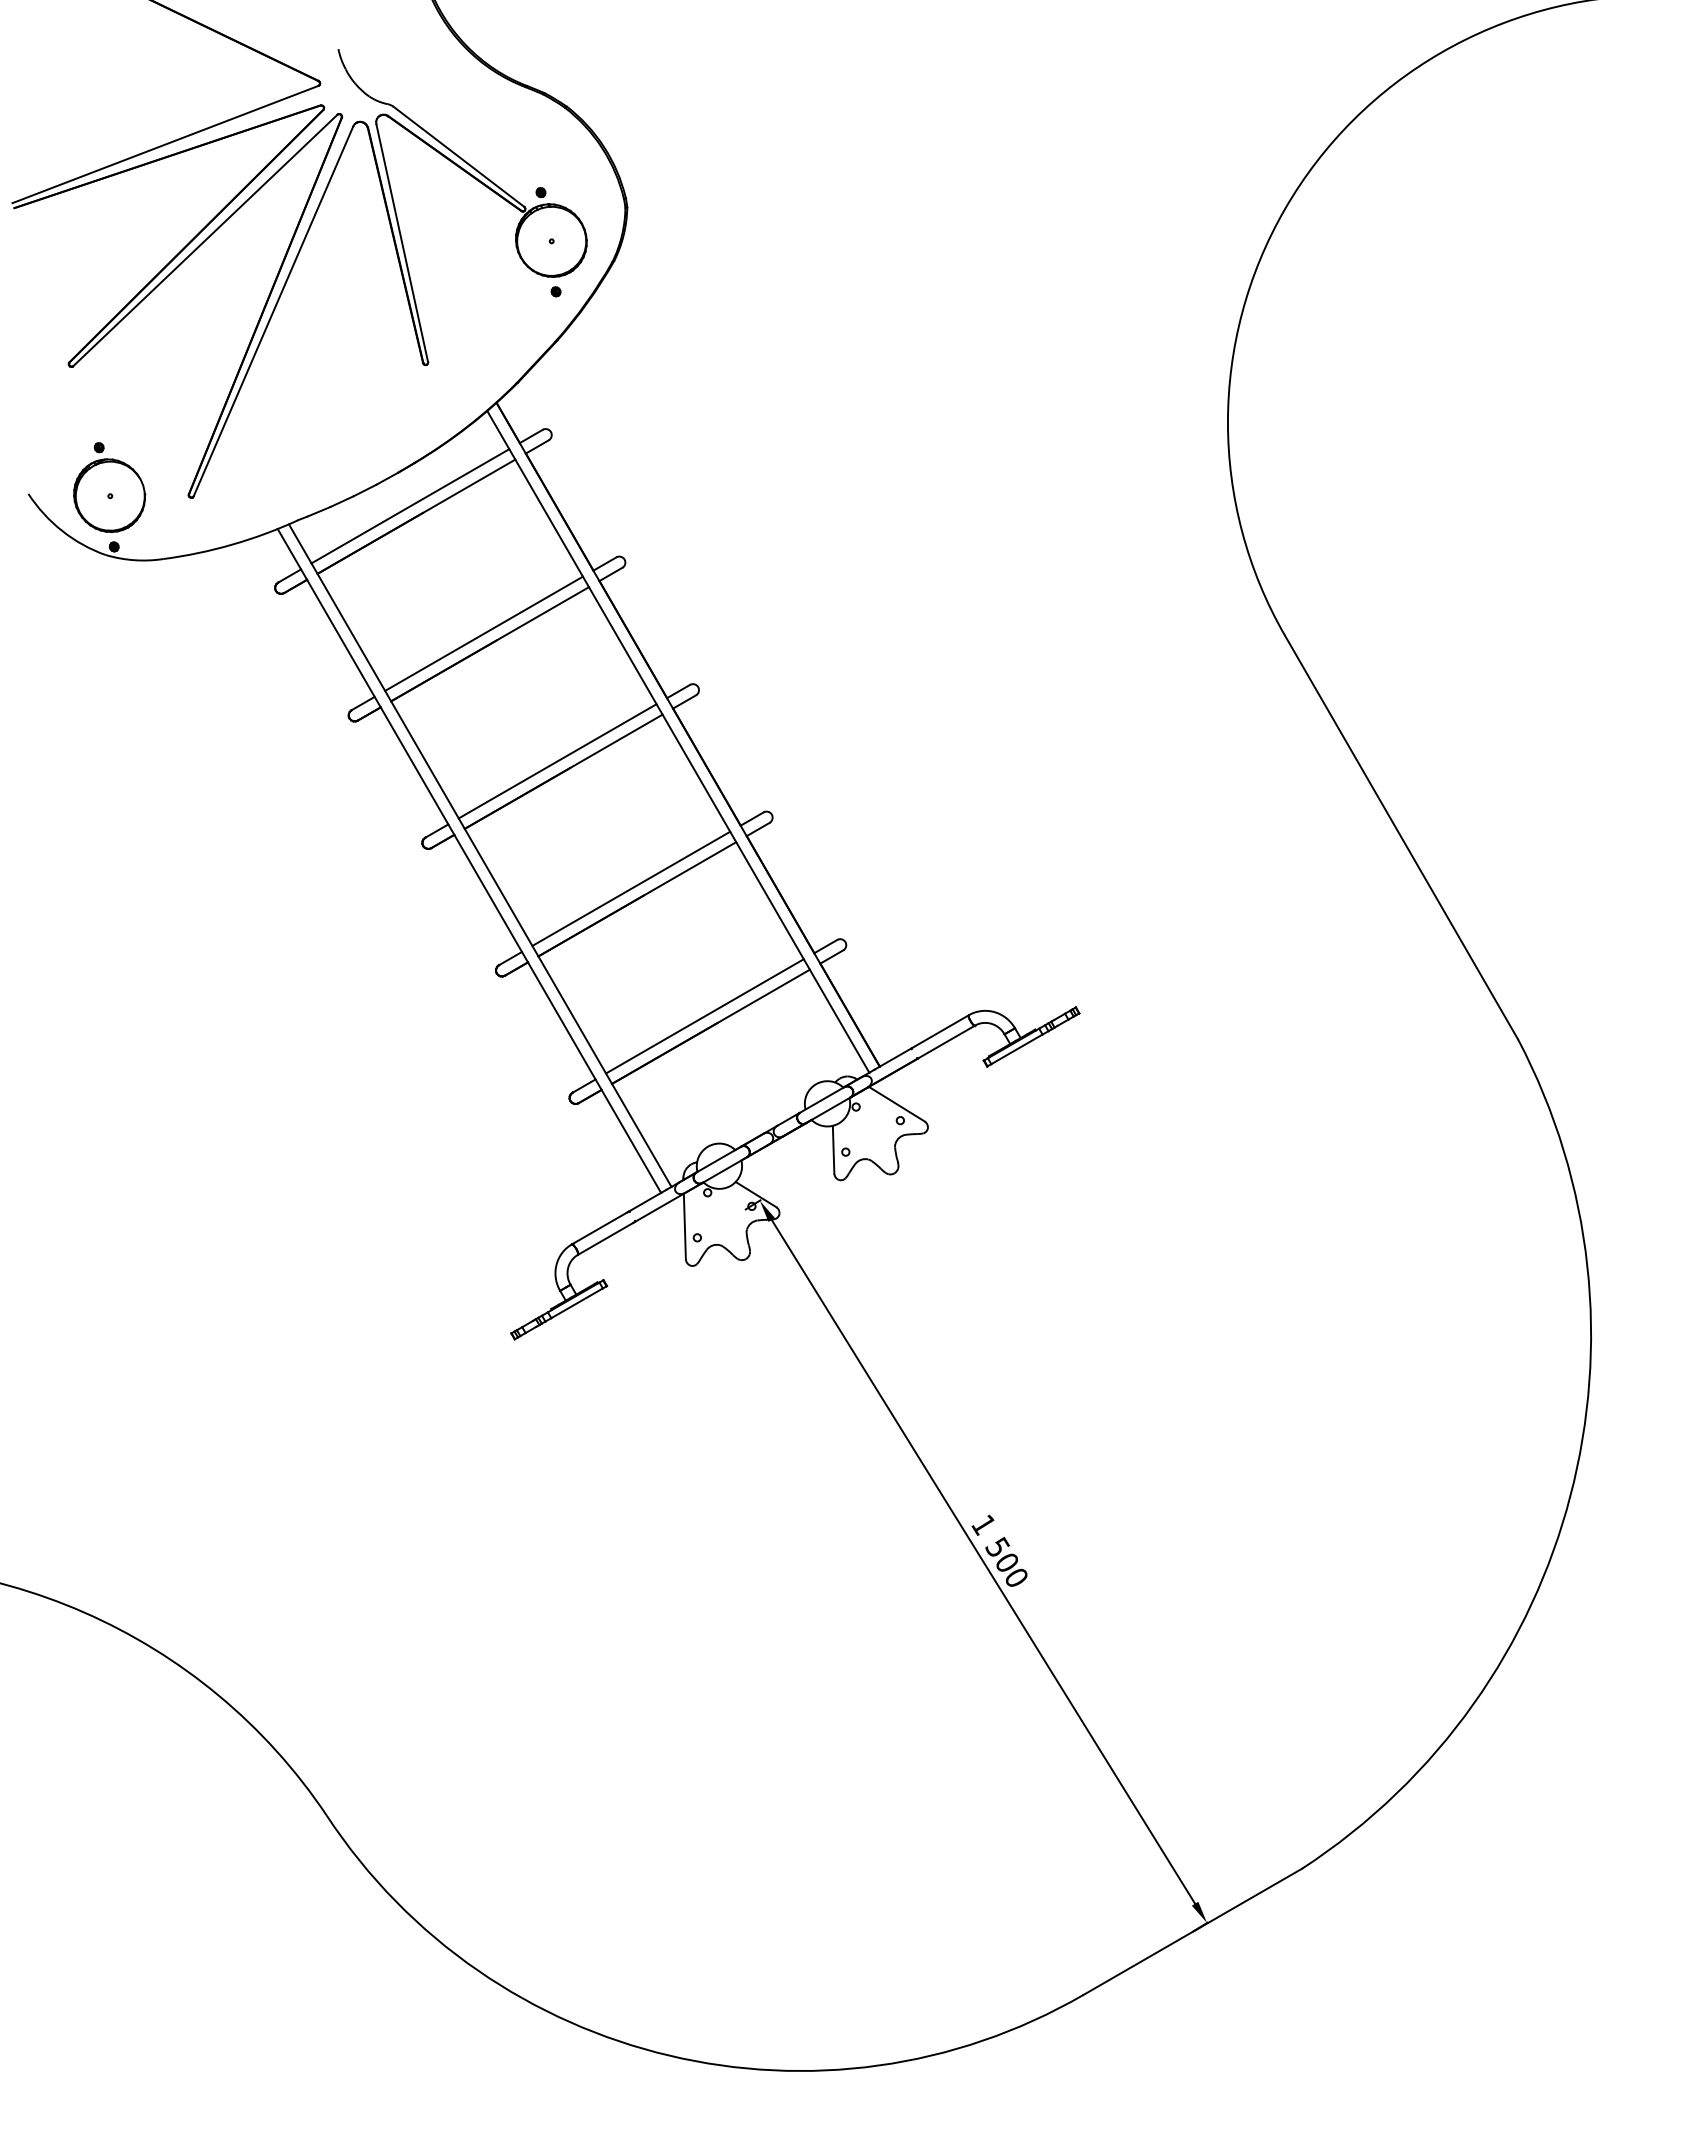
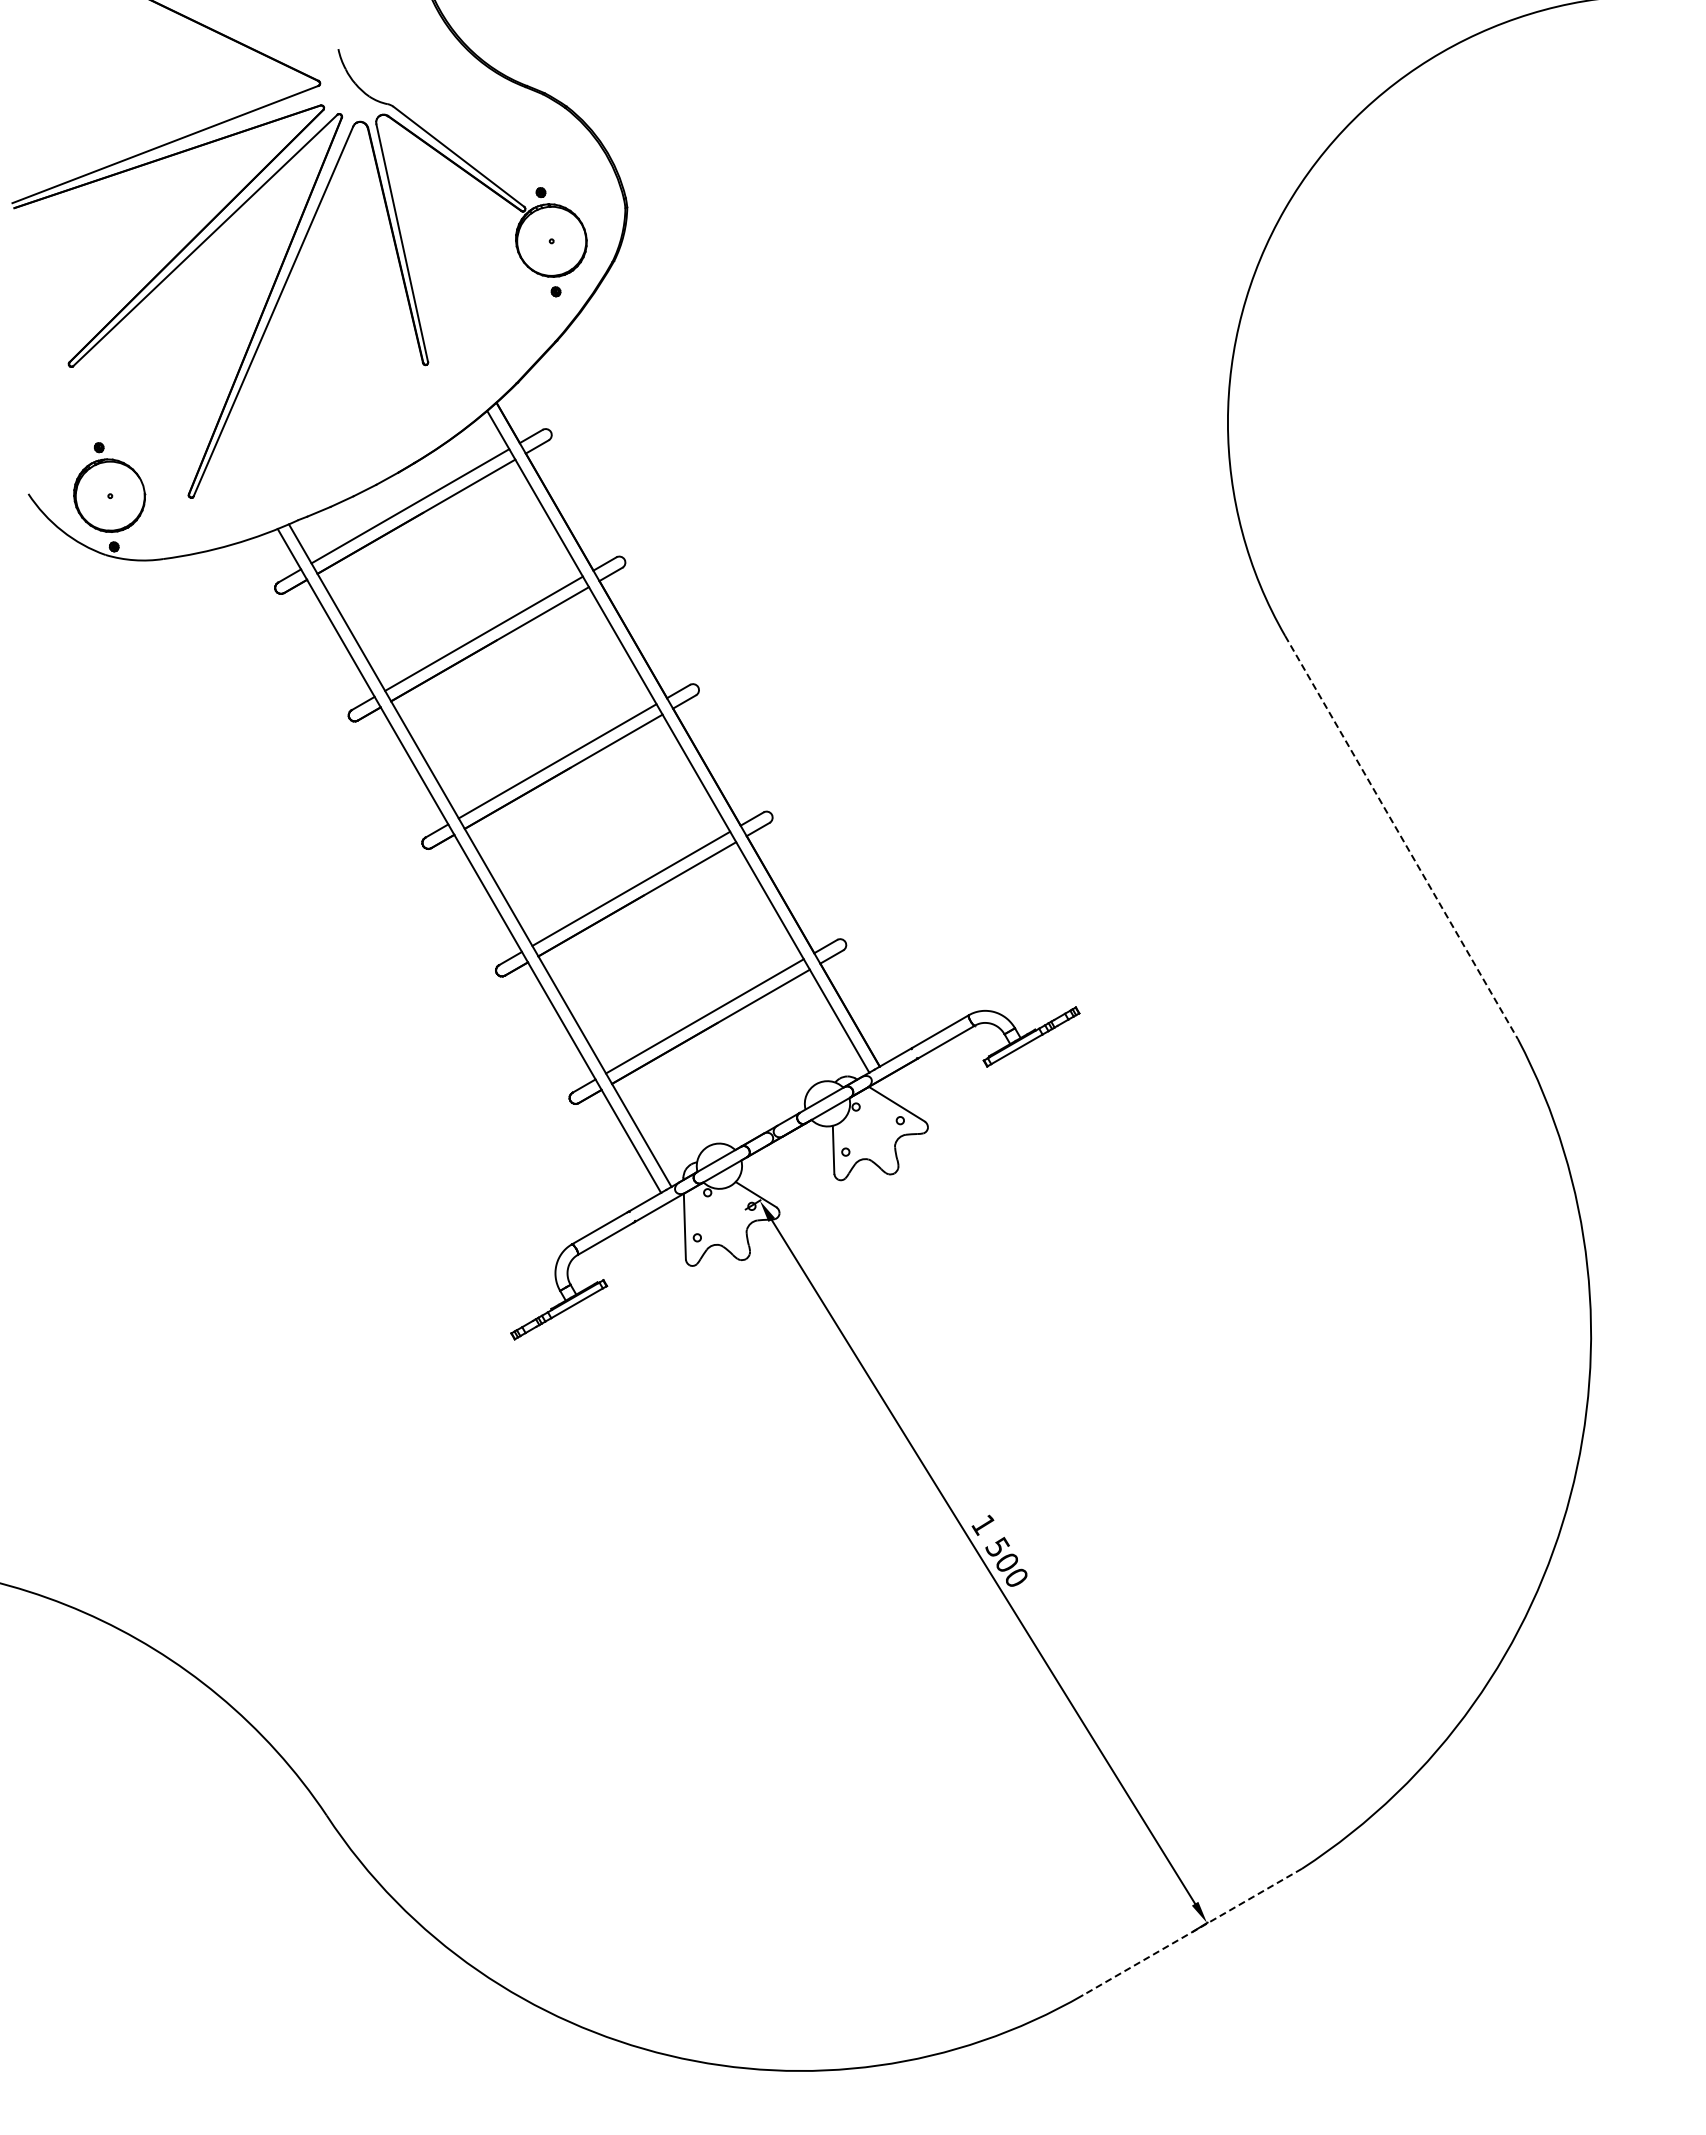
line at (1401, 837): solid -> dashed
line at (1192, 1932): solid -> dashed
